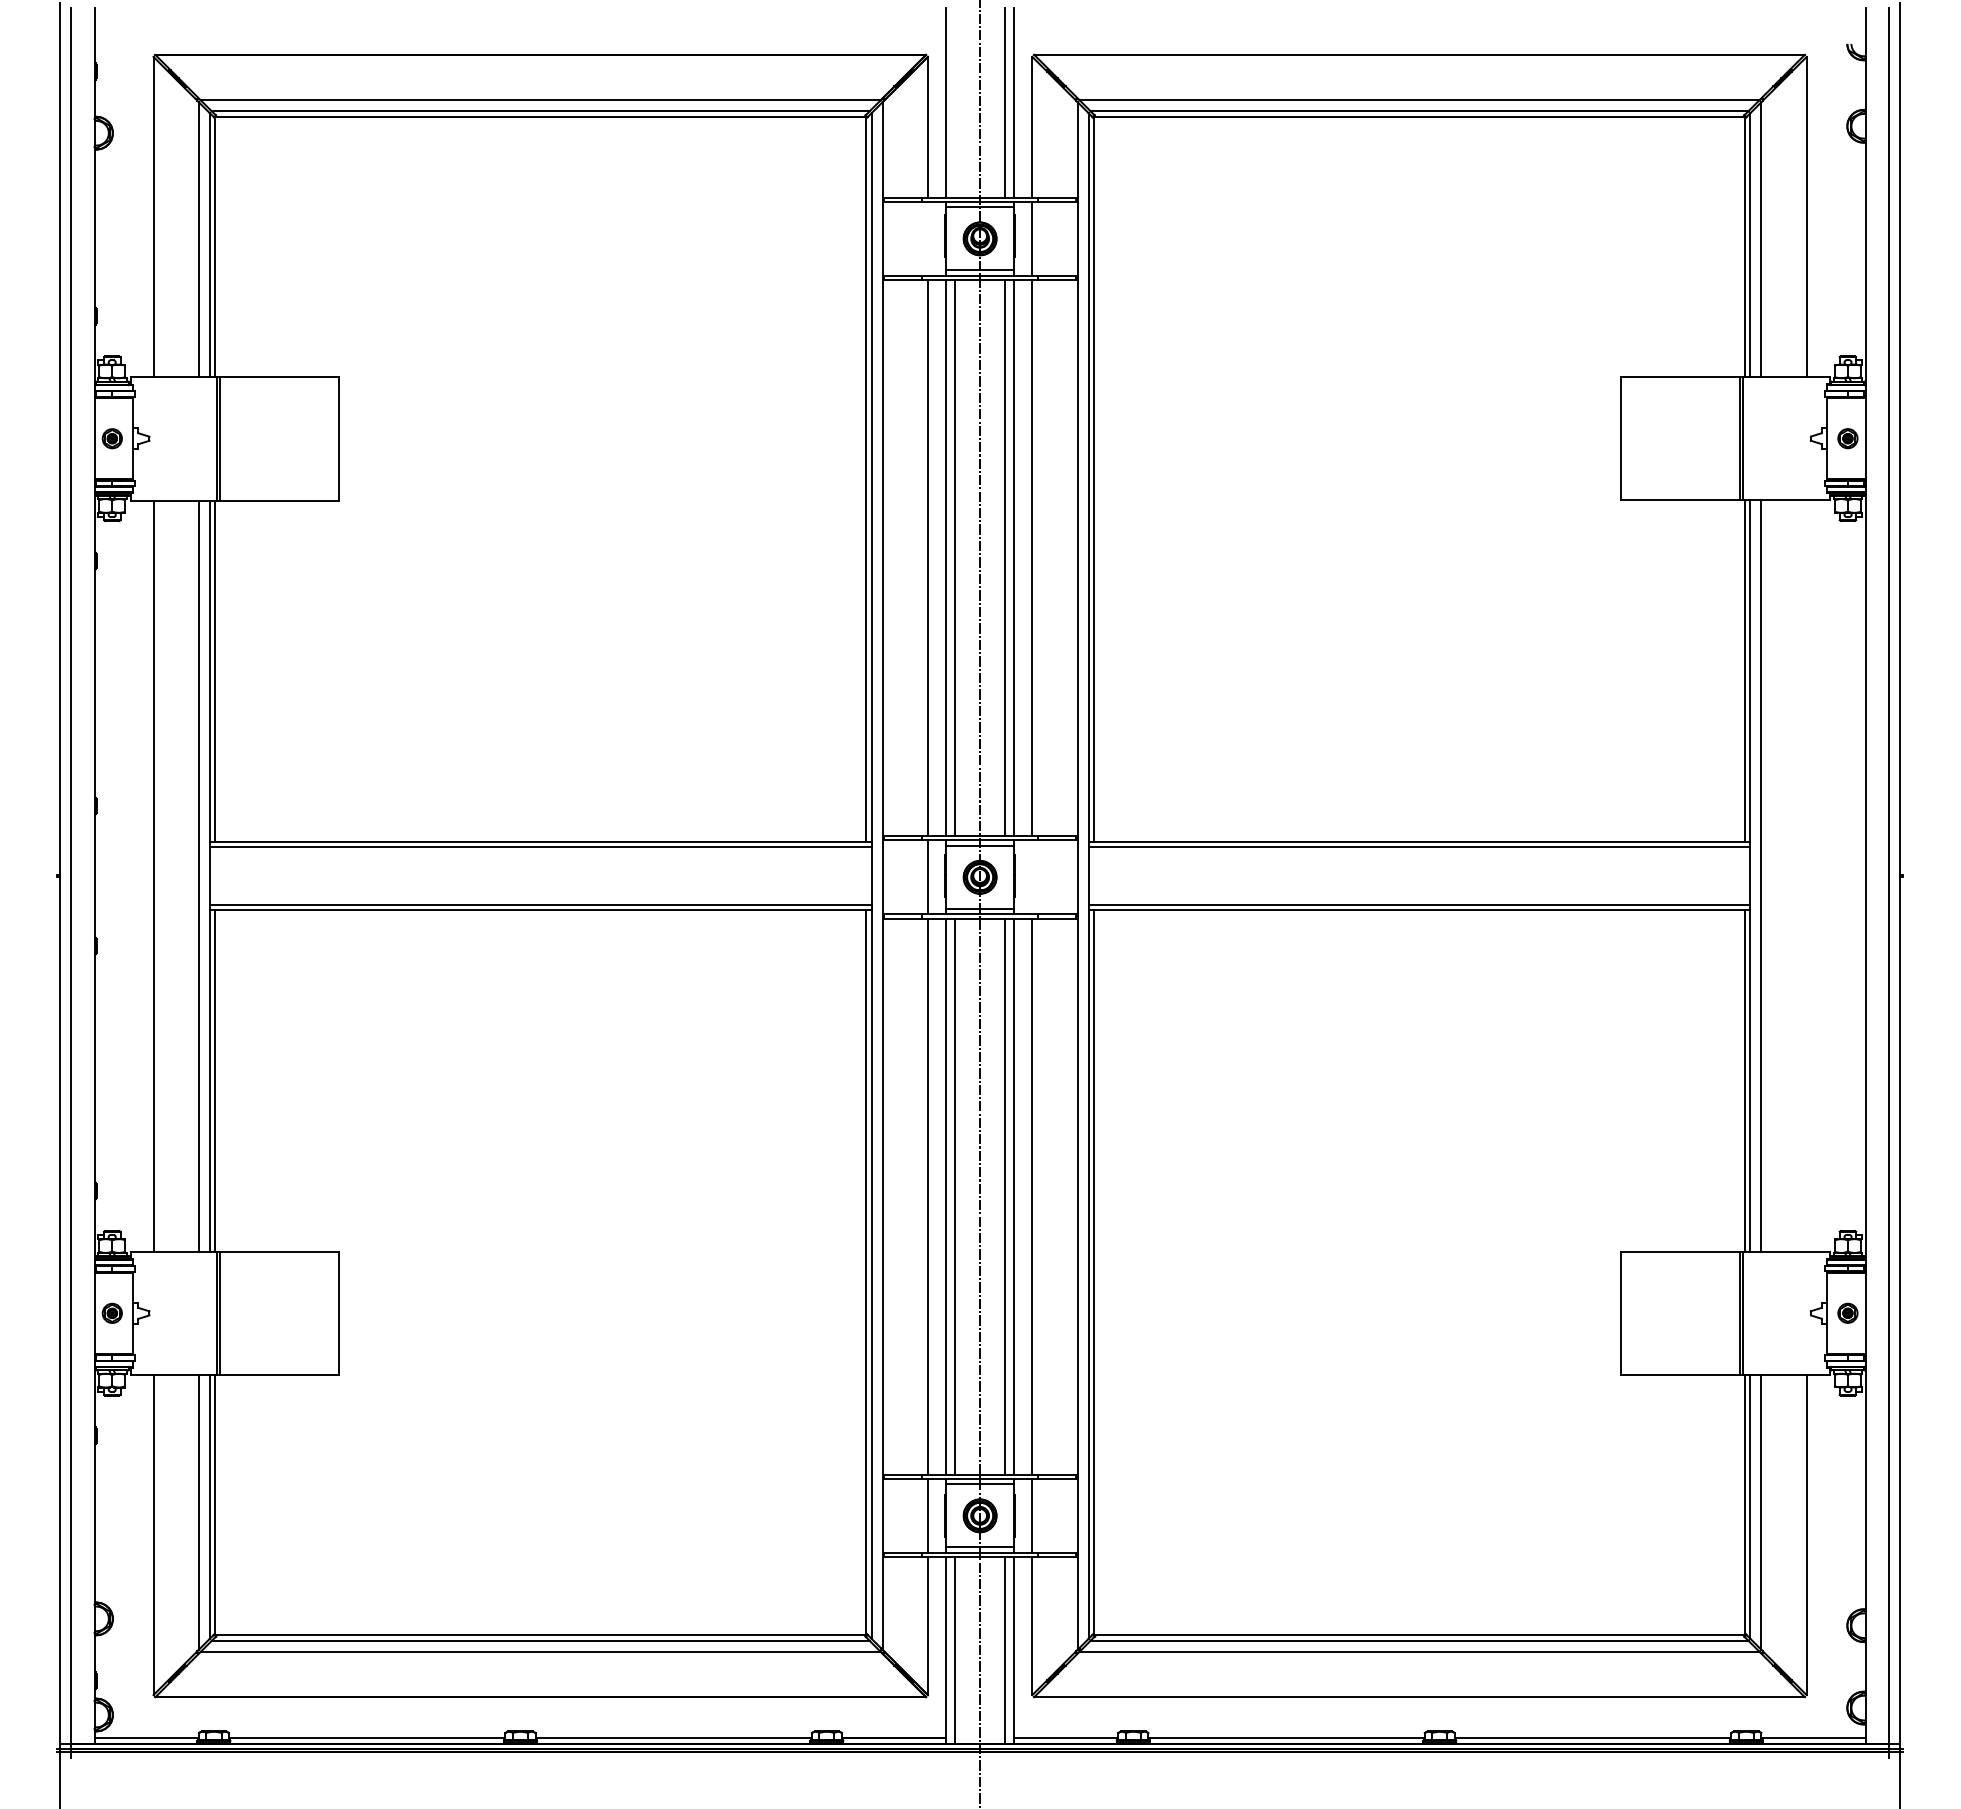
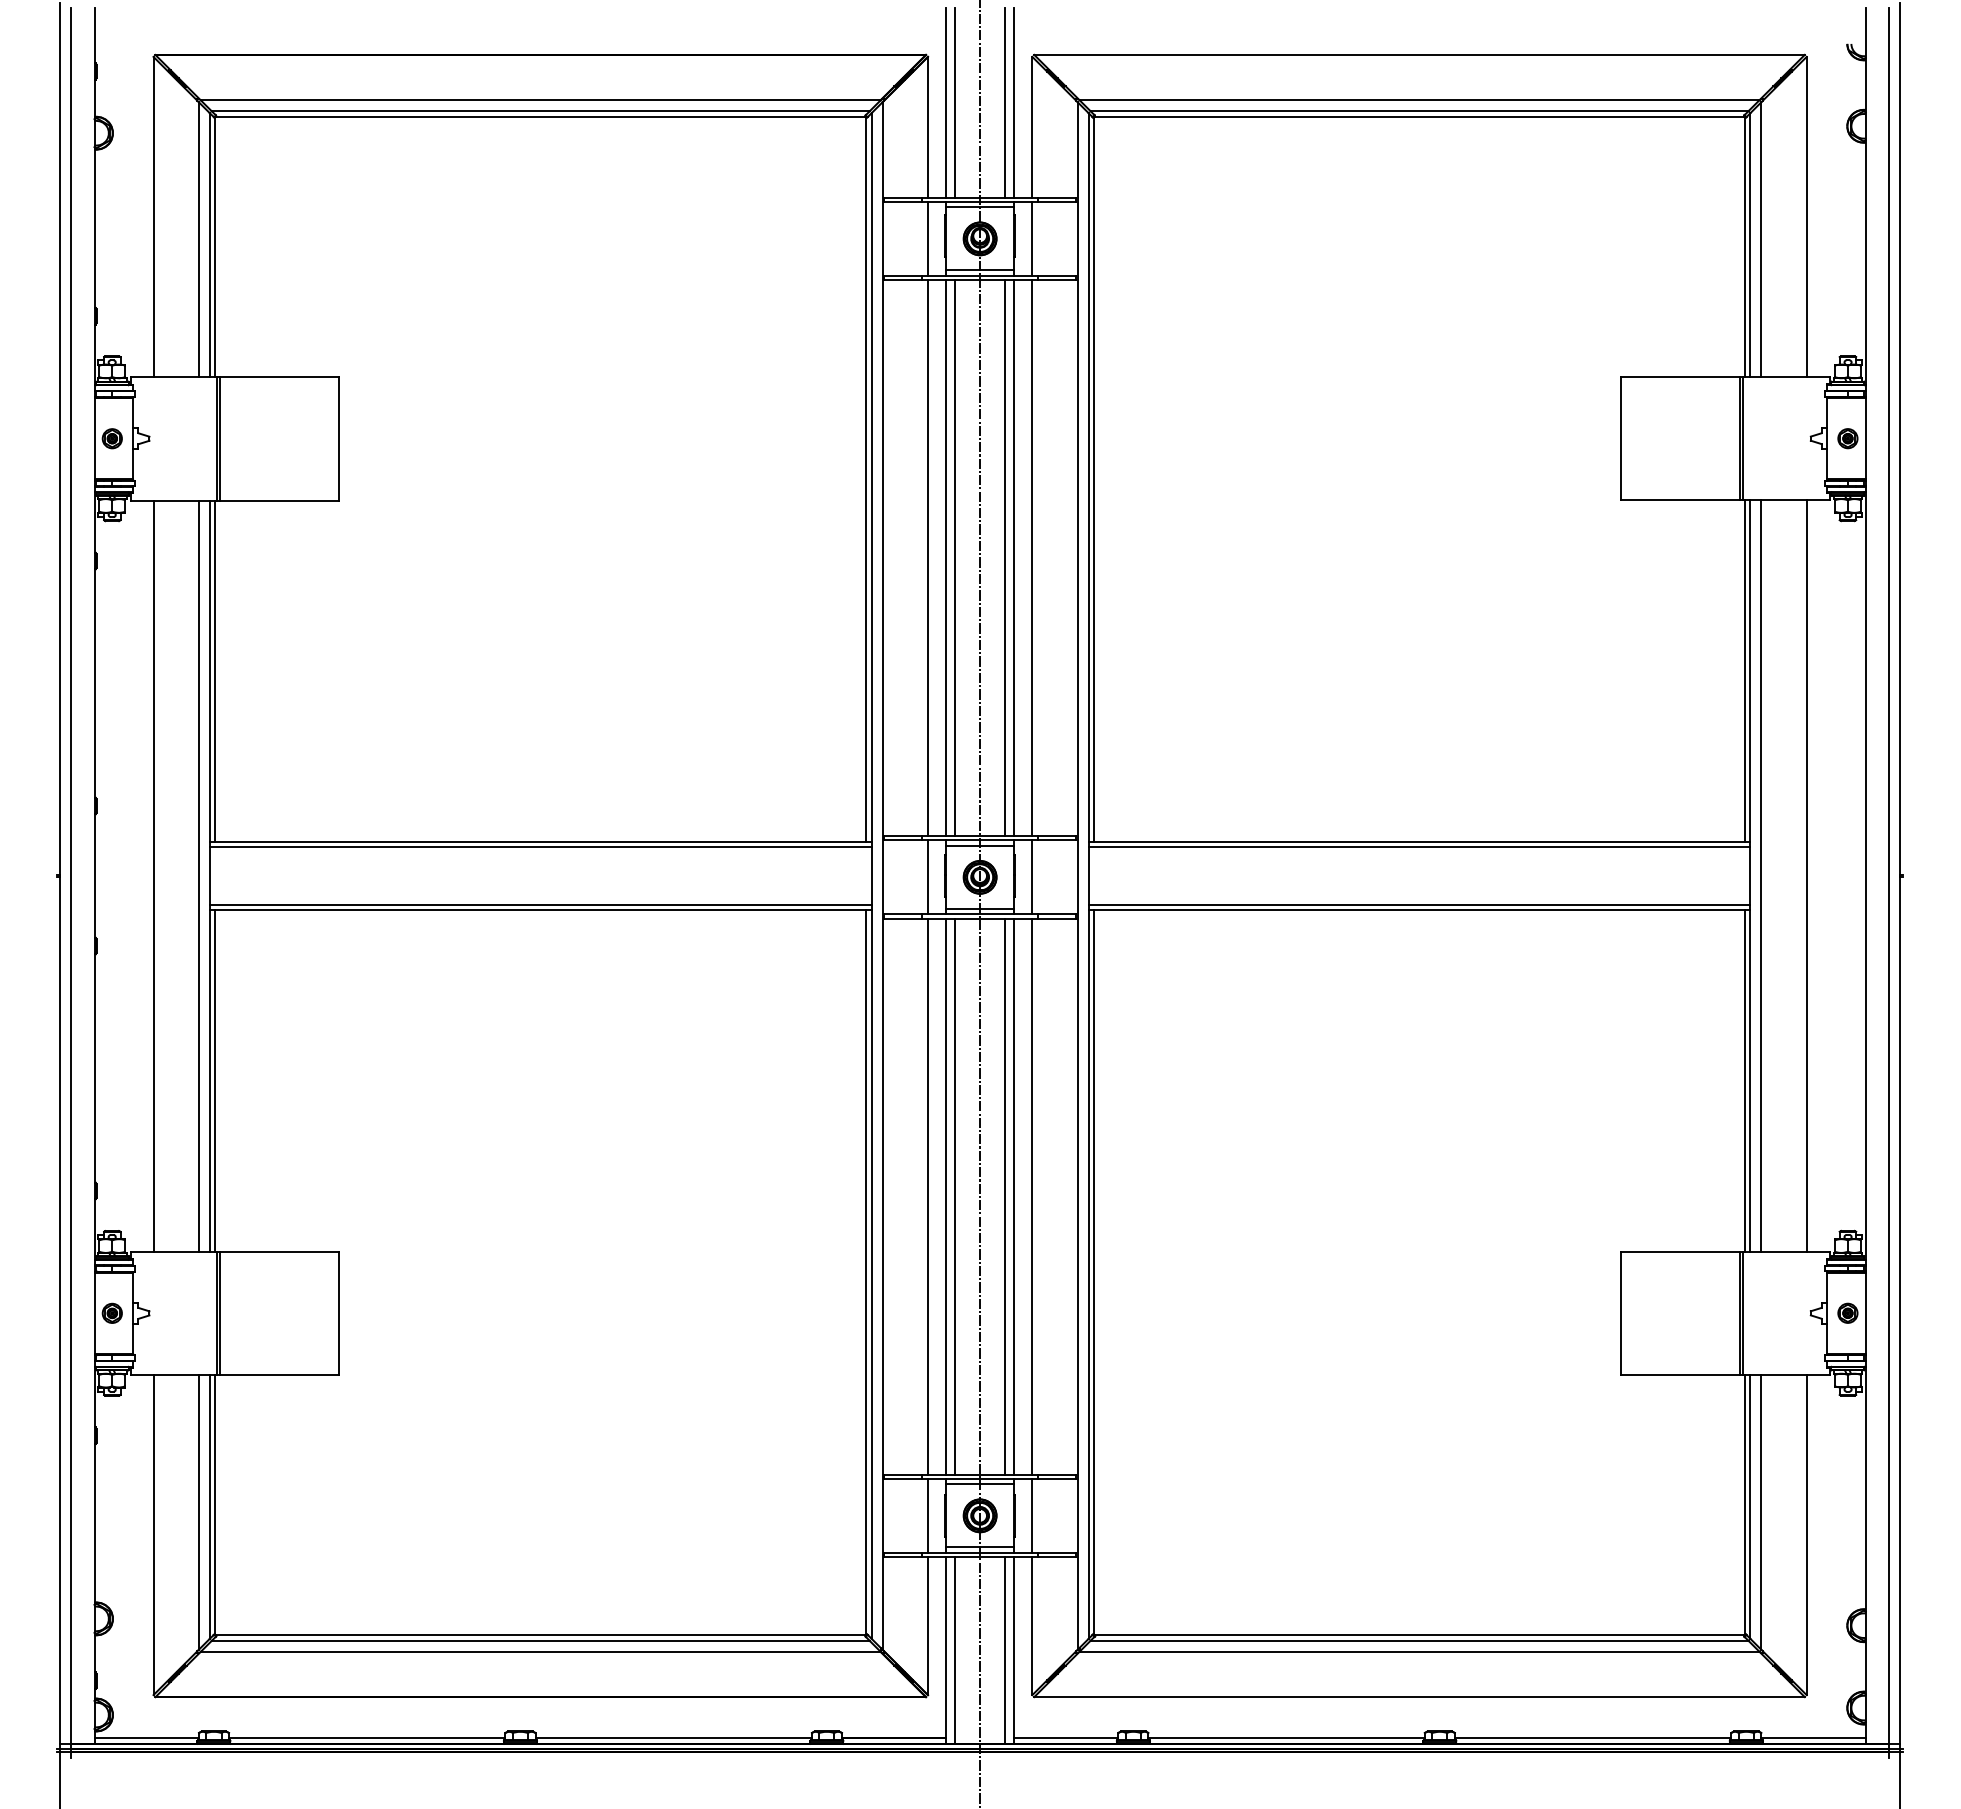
line at (955, 102): none -> present
line at (927, 238): none -> present
line at (1806, 875): none -> present
line at (1032, 877): none -> present
